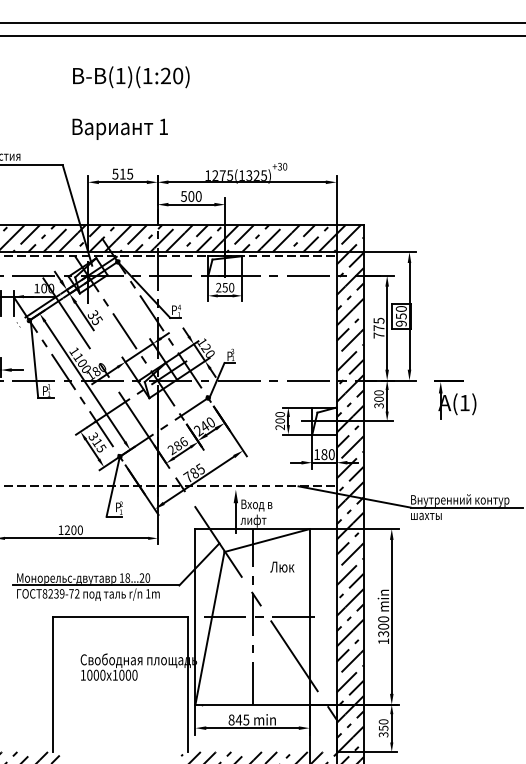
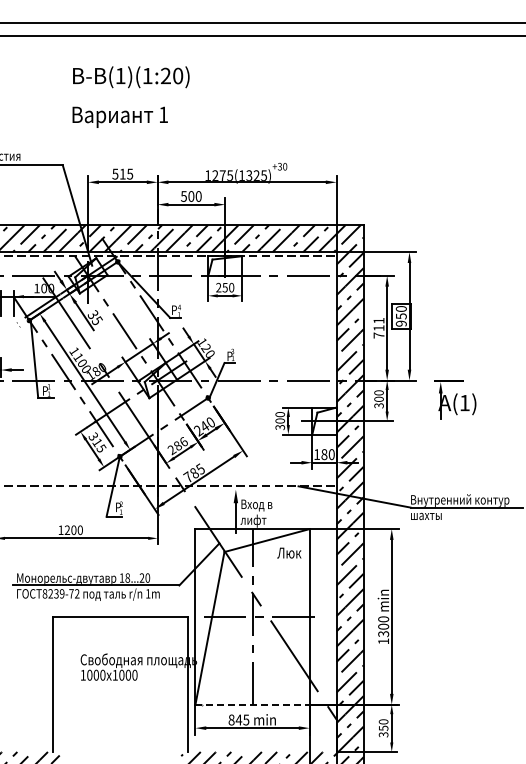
text at (119, 128) position: (119, 128) -> (119, 116)
text at (378, 324): 775 -> 711
text at (280, 427): 200 -> 300
text at (282, 566) position: (282, 566) -> (289, 552)
line at (253, 704): solid -> dashed
